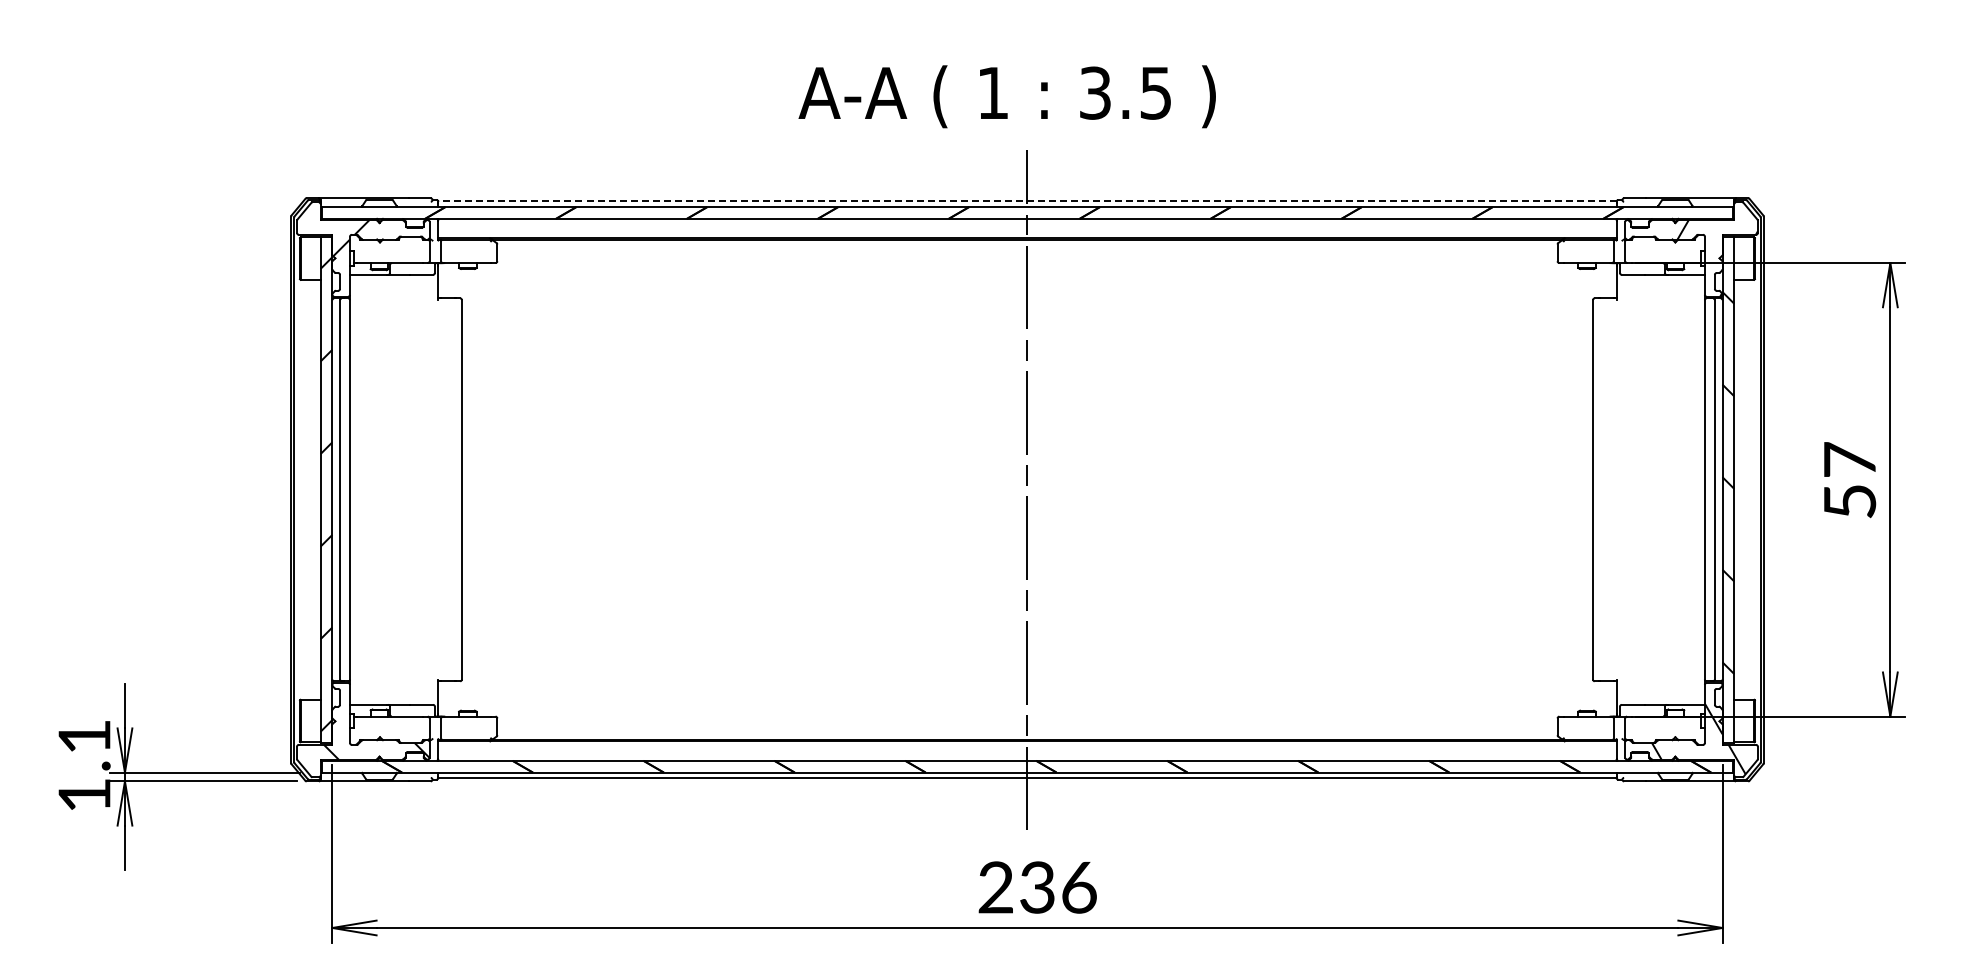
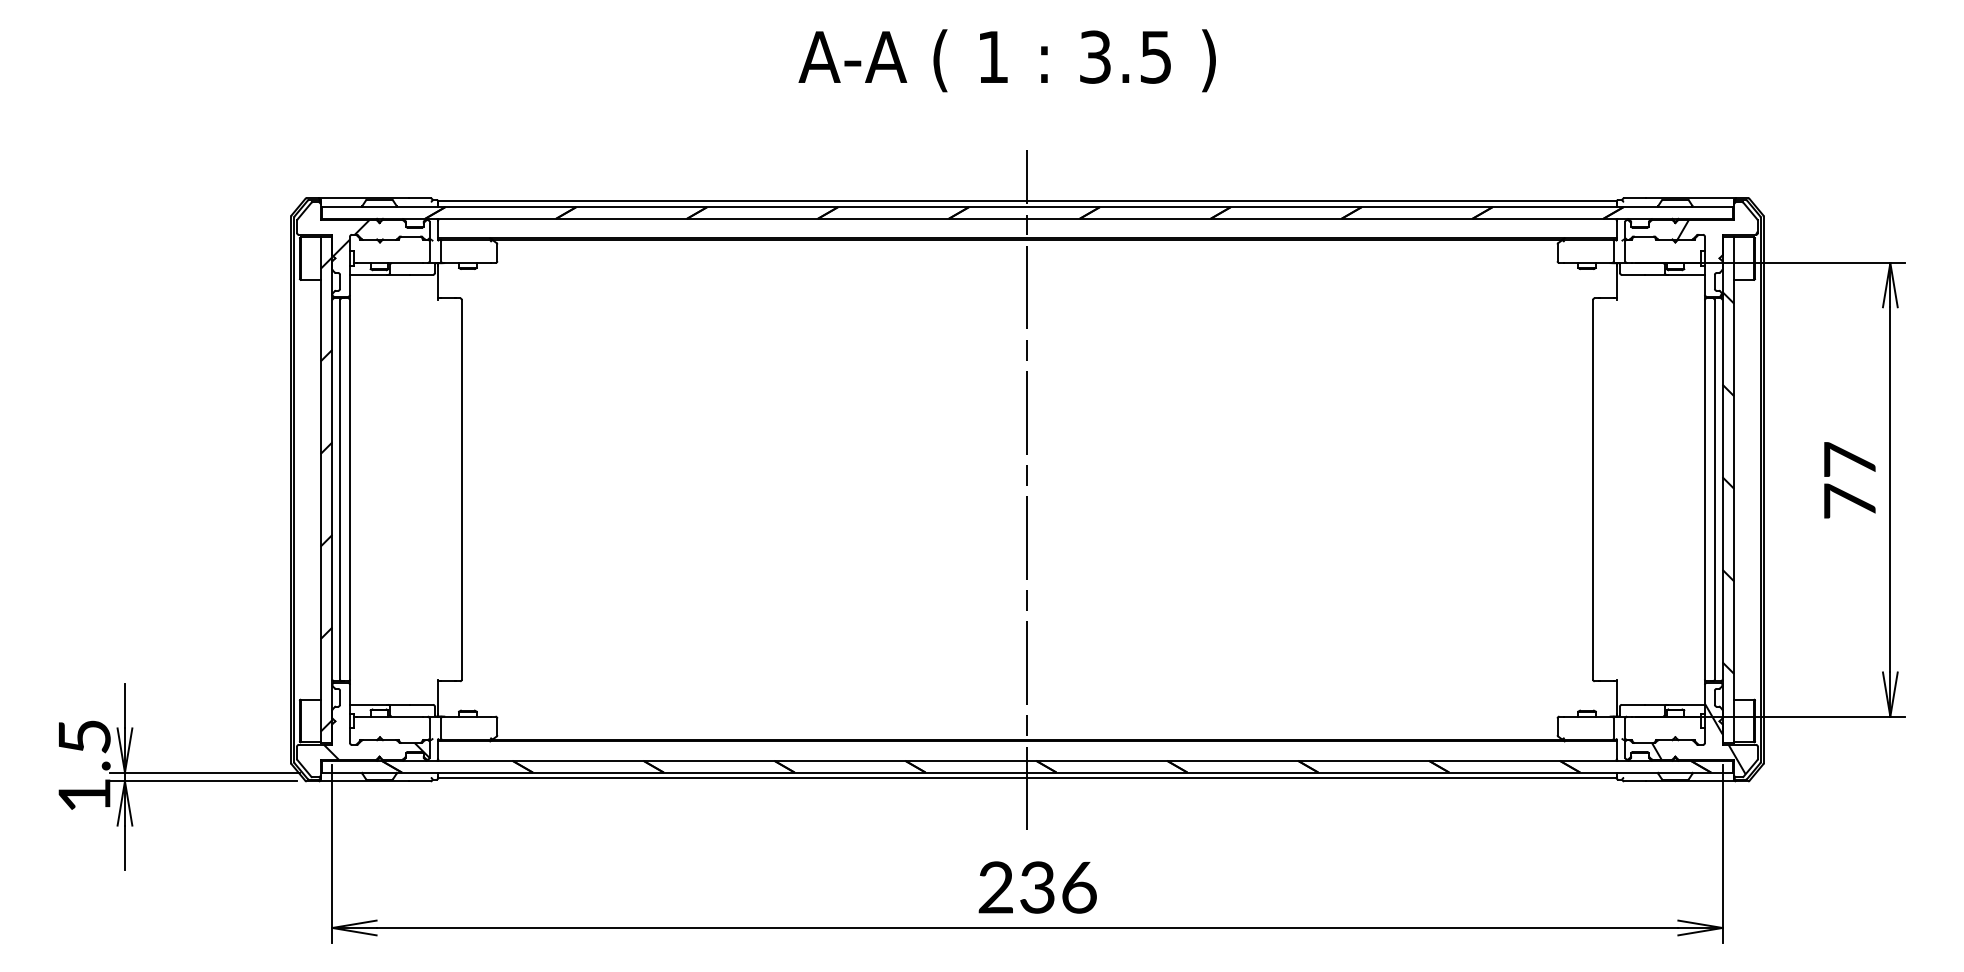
text at (1006, 96) position: (1006, 96) -> (1006, 60)
line at (1026, 201): dashed -> solid
text at (1850, 500): 57 -> 77
text at (84, 736): 1.1 -> 1.5
